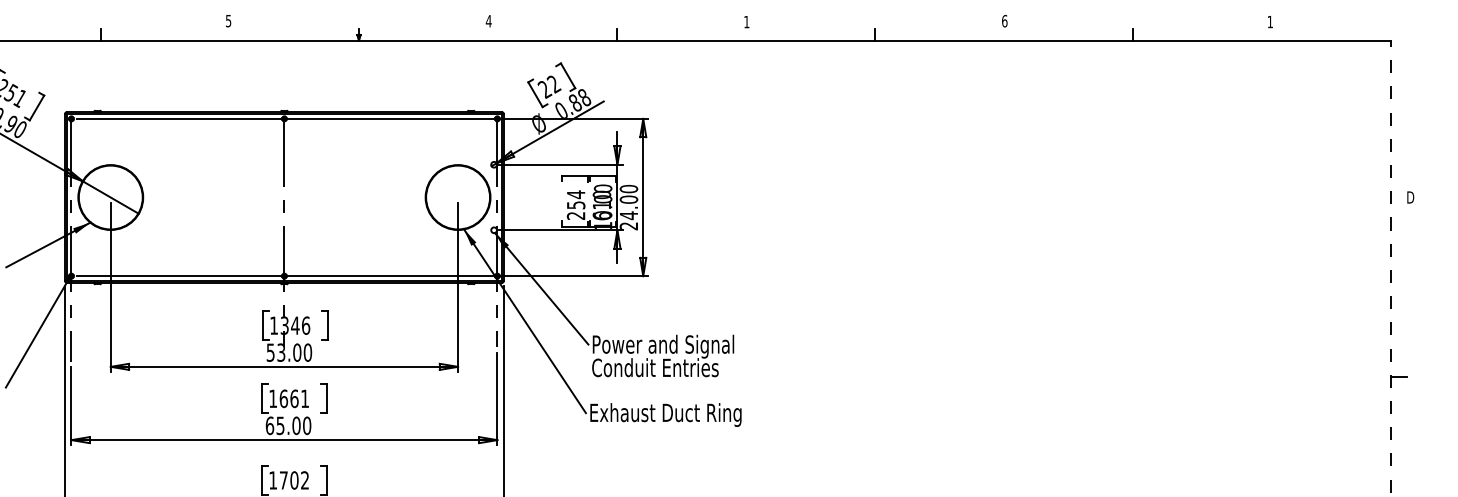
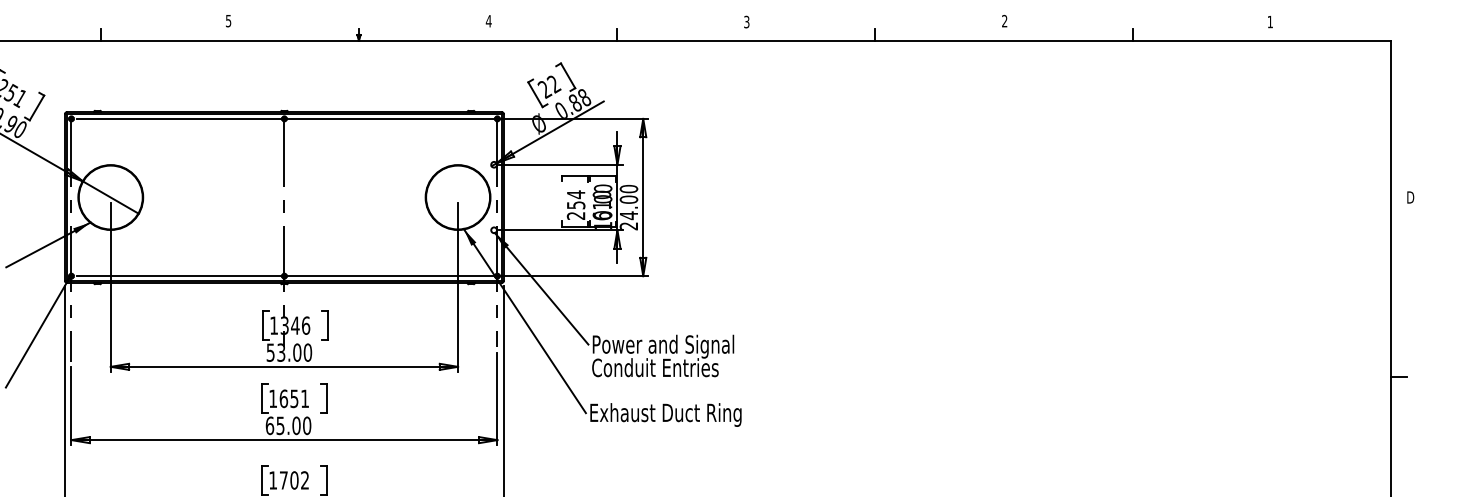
text at (1004, 20): 6 -> 2
text at (746, 21): 1 -> 3
line at (1391, 268): dashed -> solid
text at (294, 398): 1661 -> 1651
